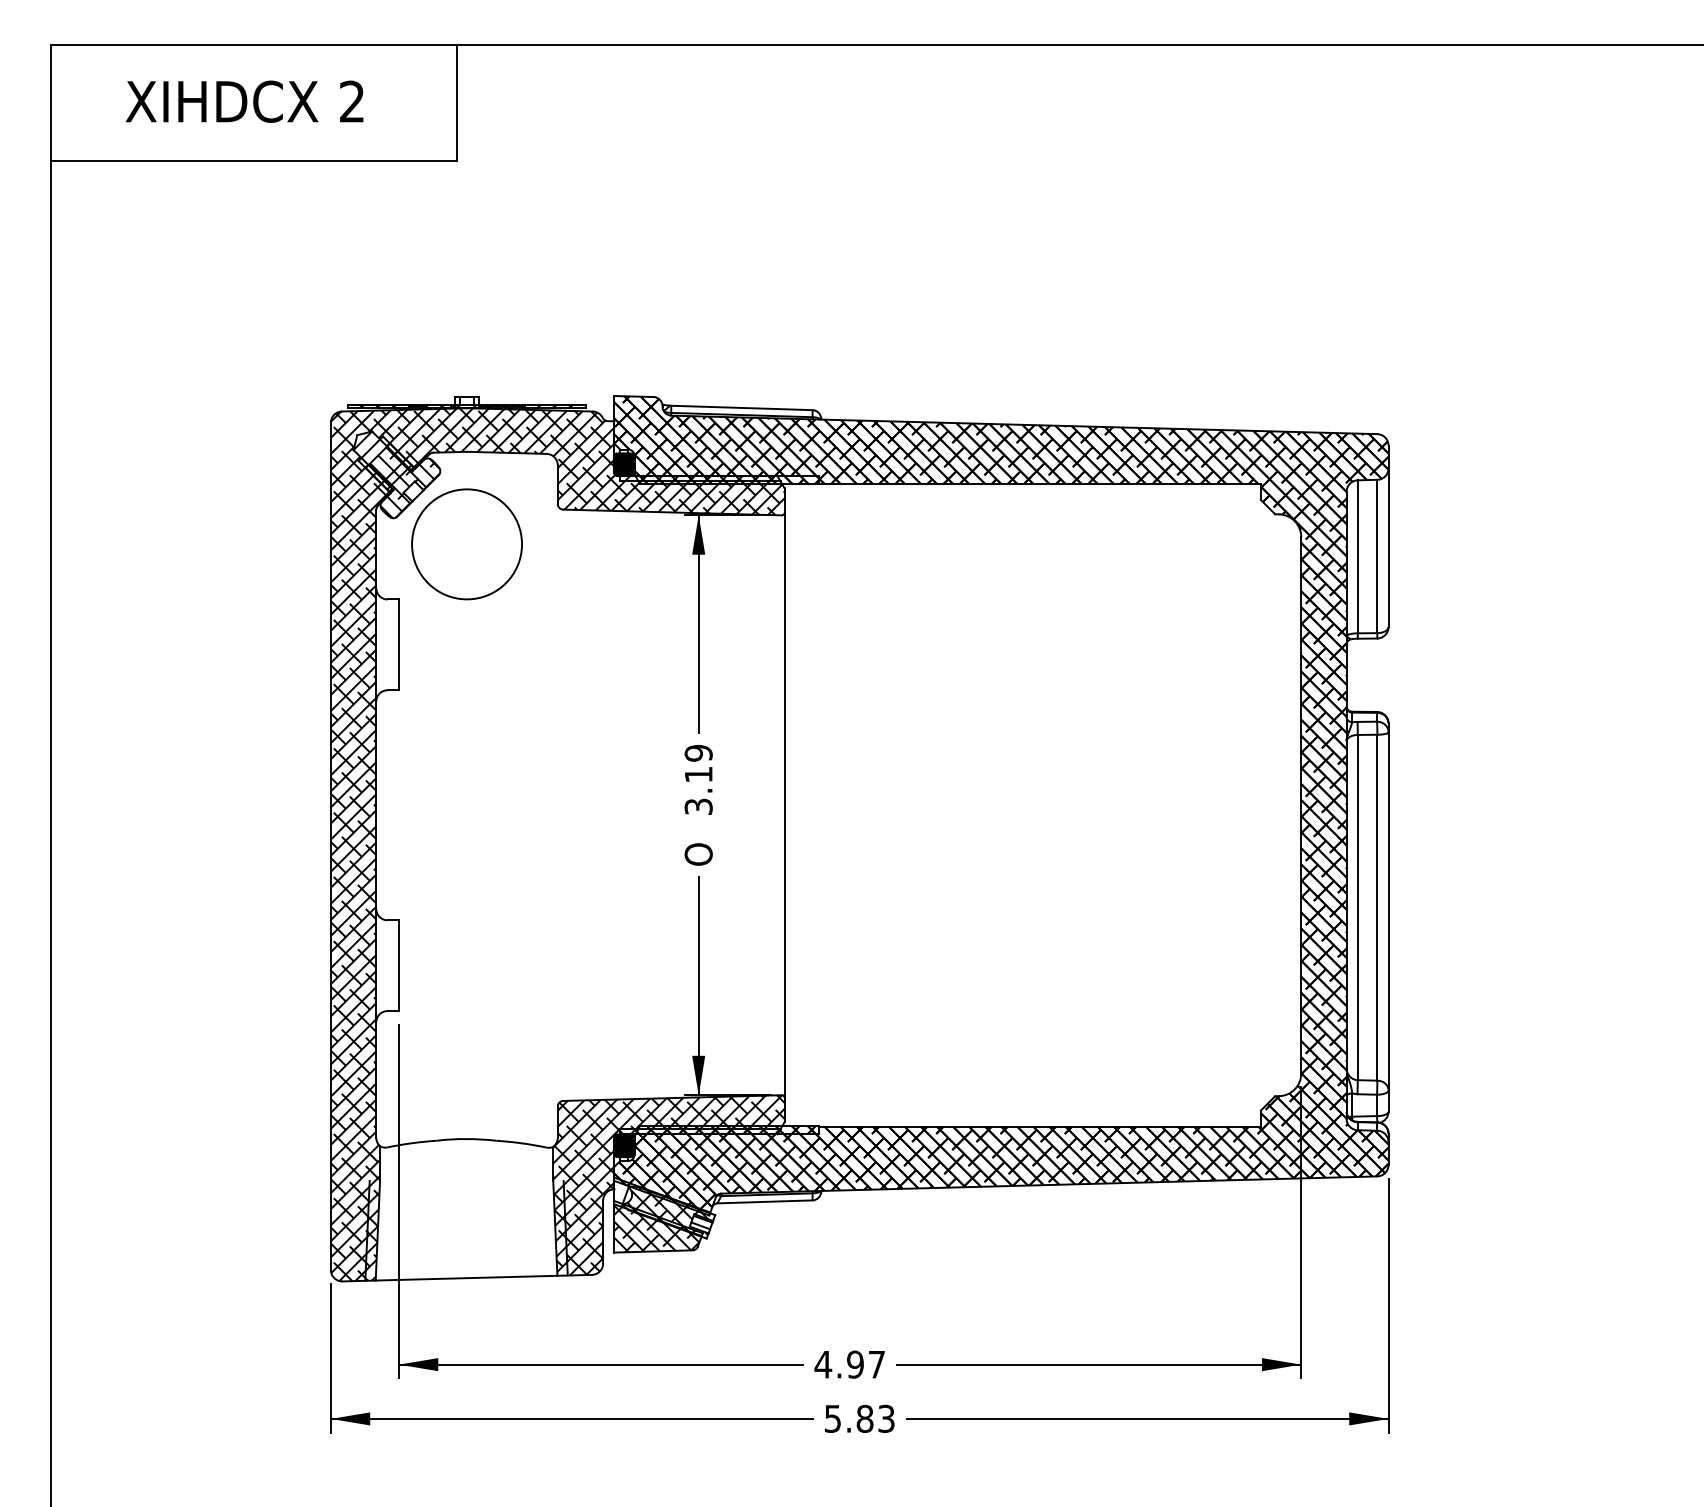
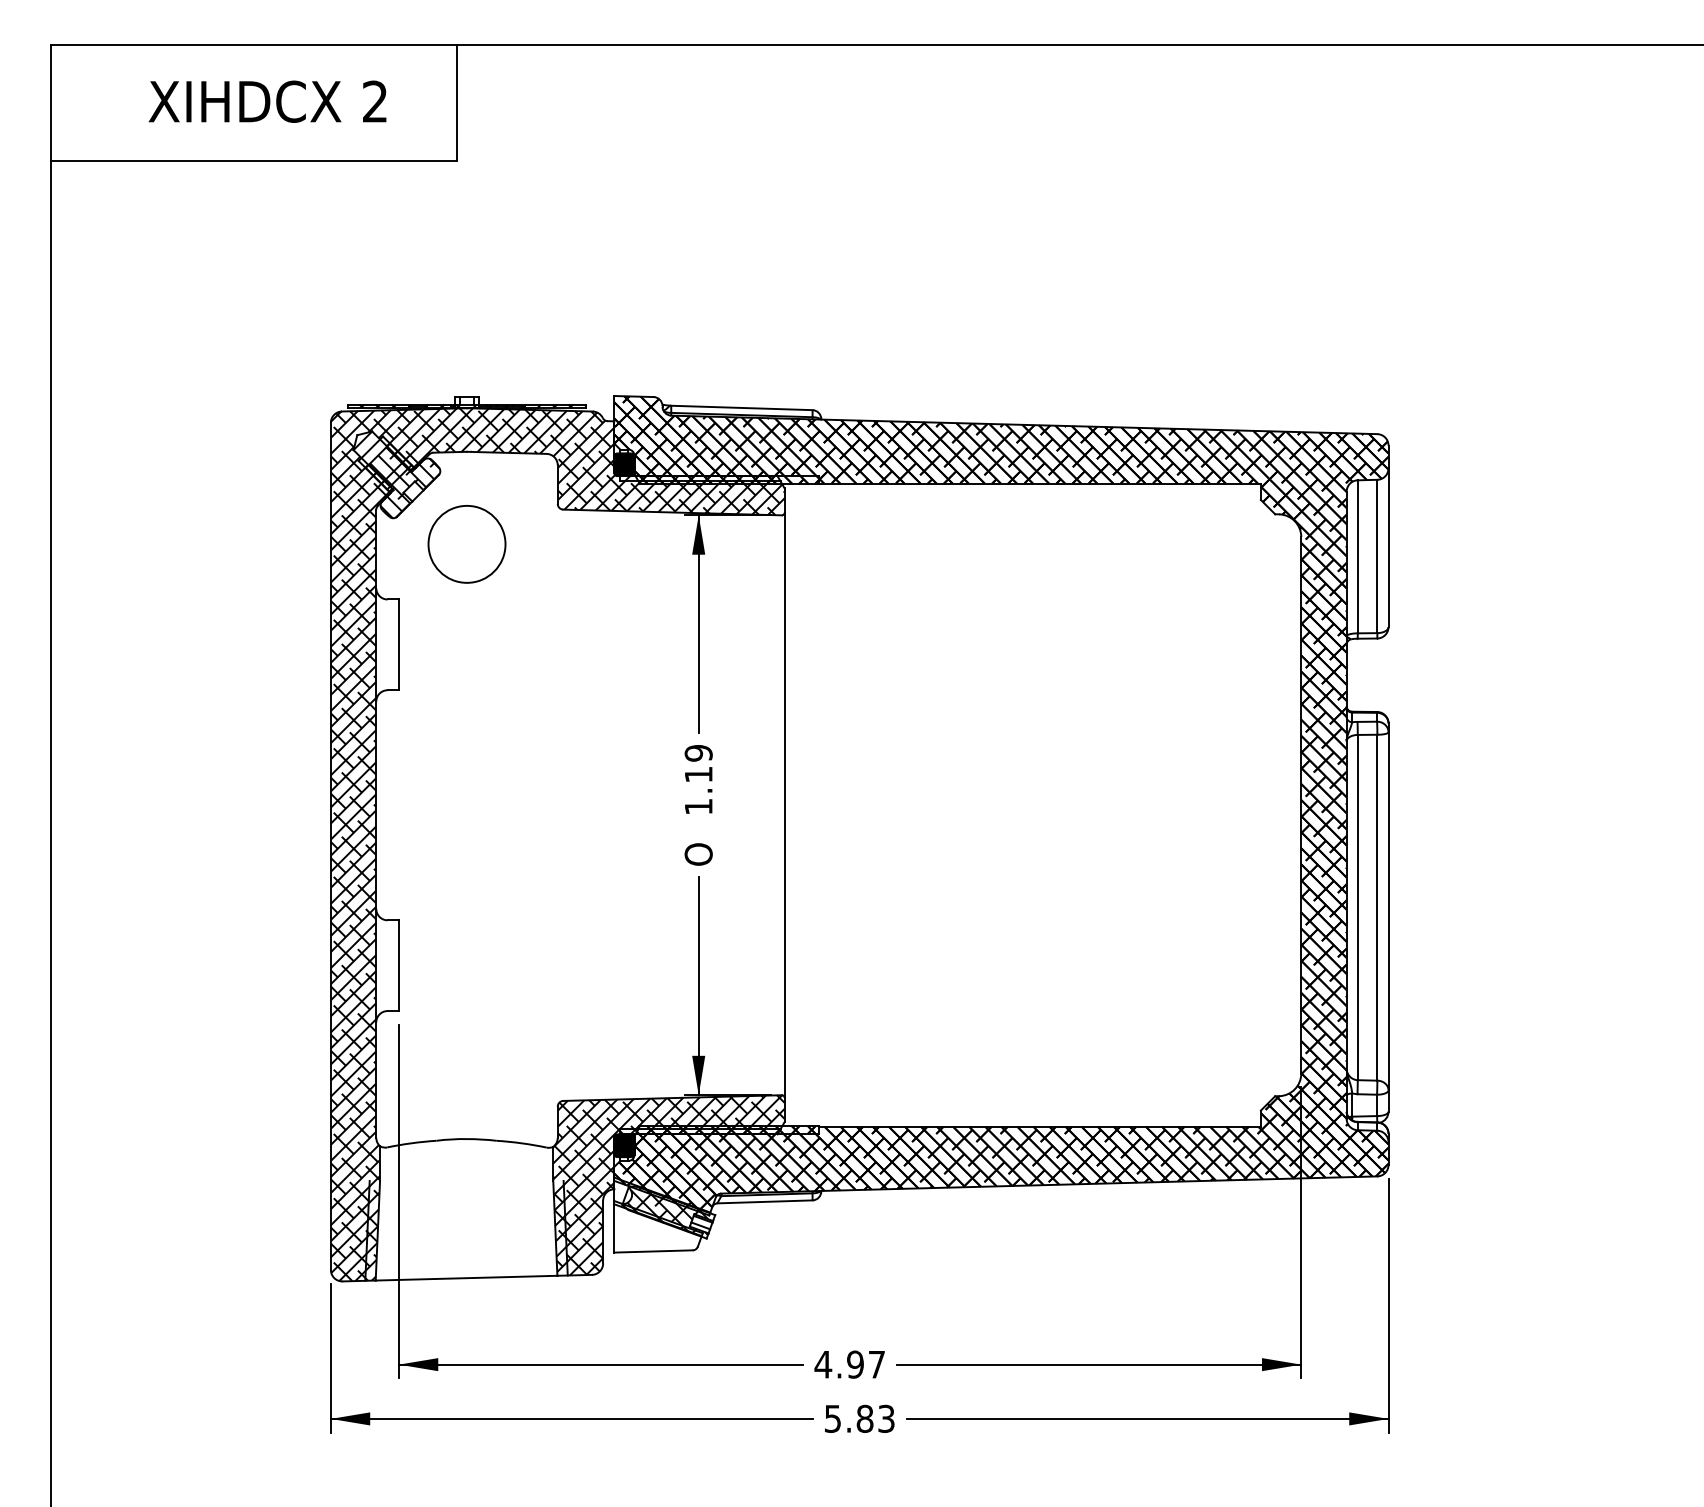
text at (244, 101) position: (244, 101) -> (267, 101)
circle at (467, 544) diameter: 110 px -> 77 px
text at (698, 806): 3.19 -> 1.19
hatch at (656, 1228): present -> none
